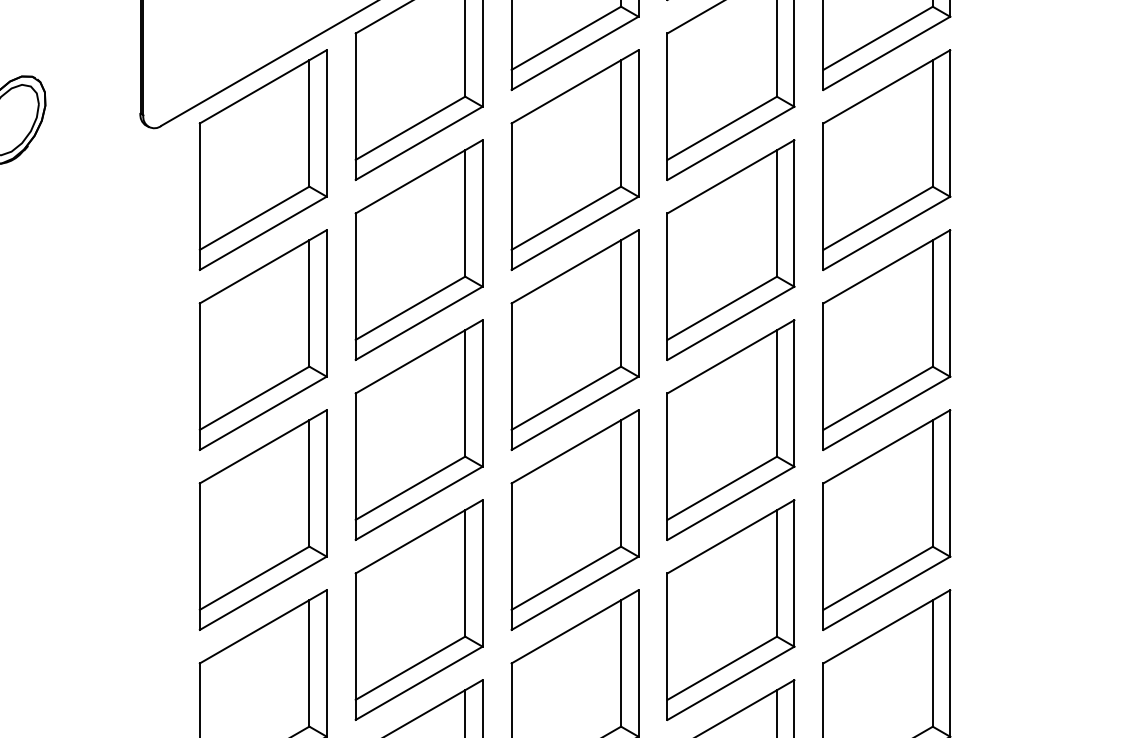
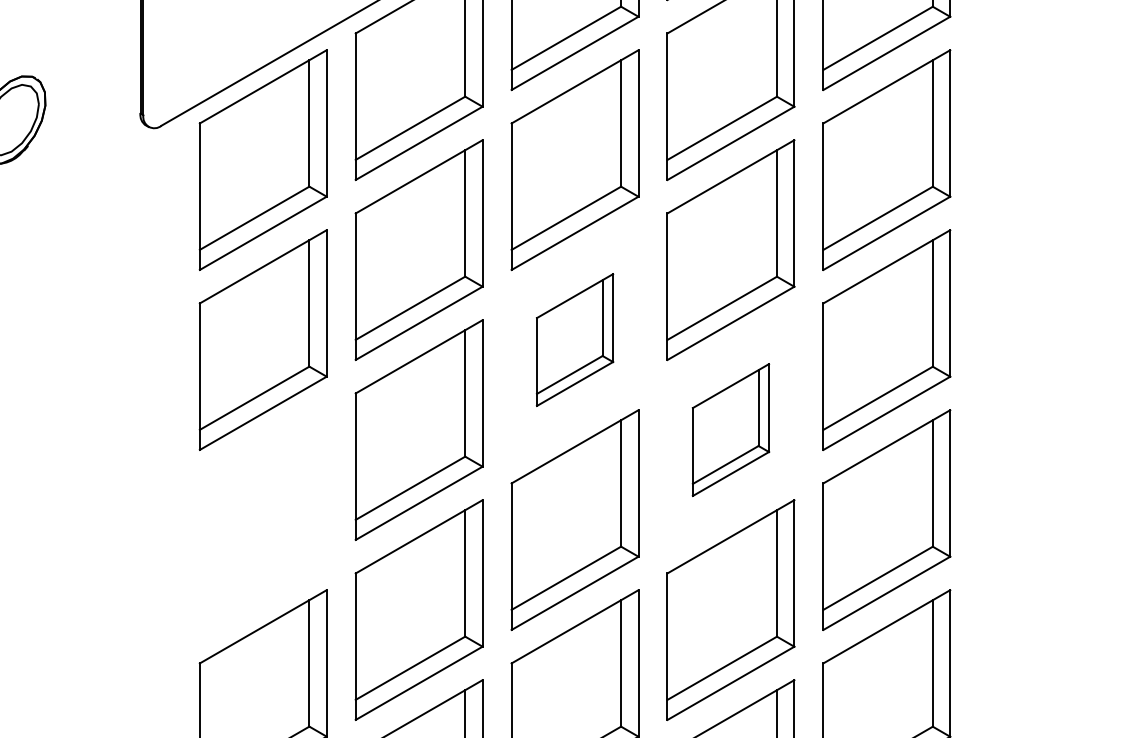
part at (574, 339) size: 130x222 px -> 79x134 px
part at (730, 429) size: 130x222 px -> 80x134 px
part at (262, 519): present -> none
